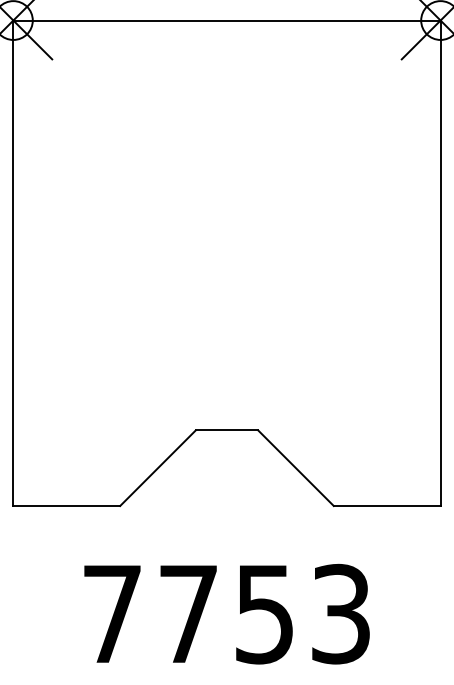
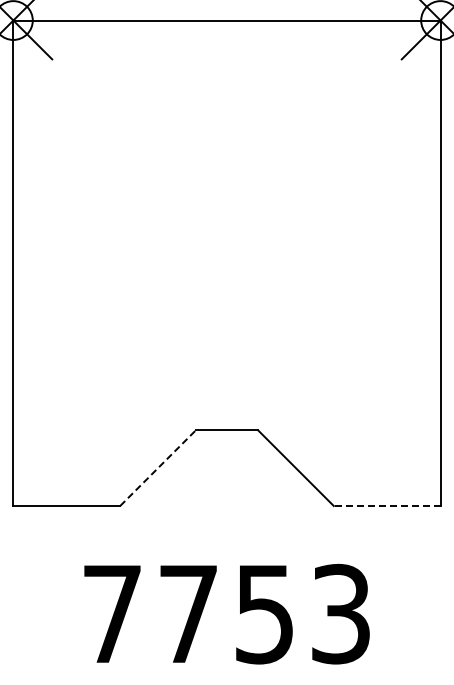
line at (158, 467): solid -> dashed
line at (386, 506): solid -> dashed
